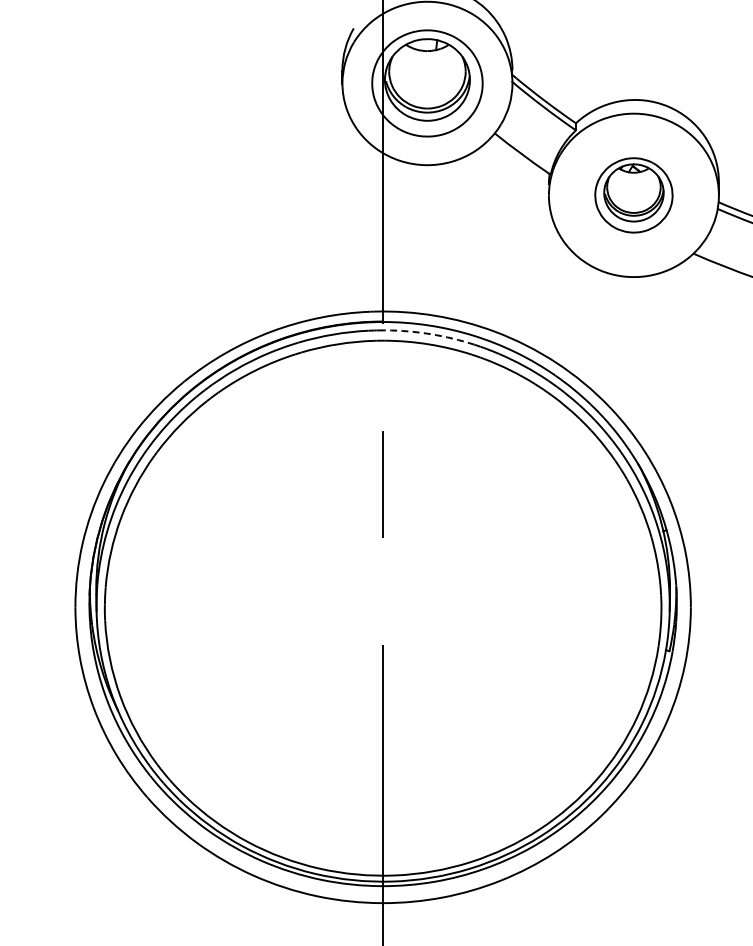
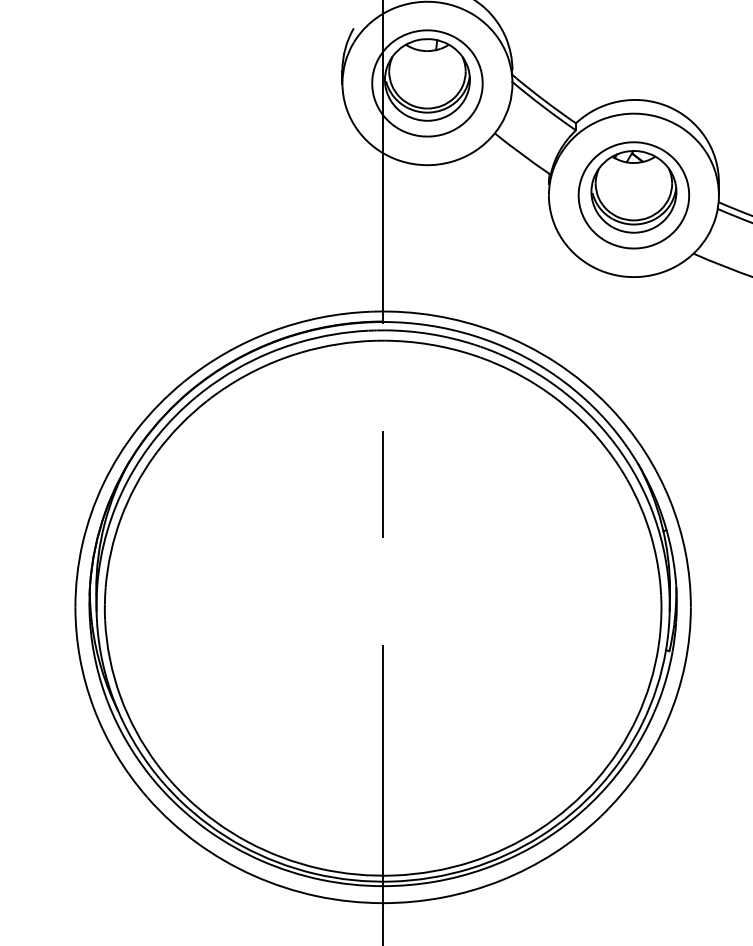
part at (633, 195) size: 80x77 px -> 114x109 px
arc at (430, 334): dashed -> solid
